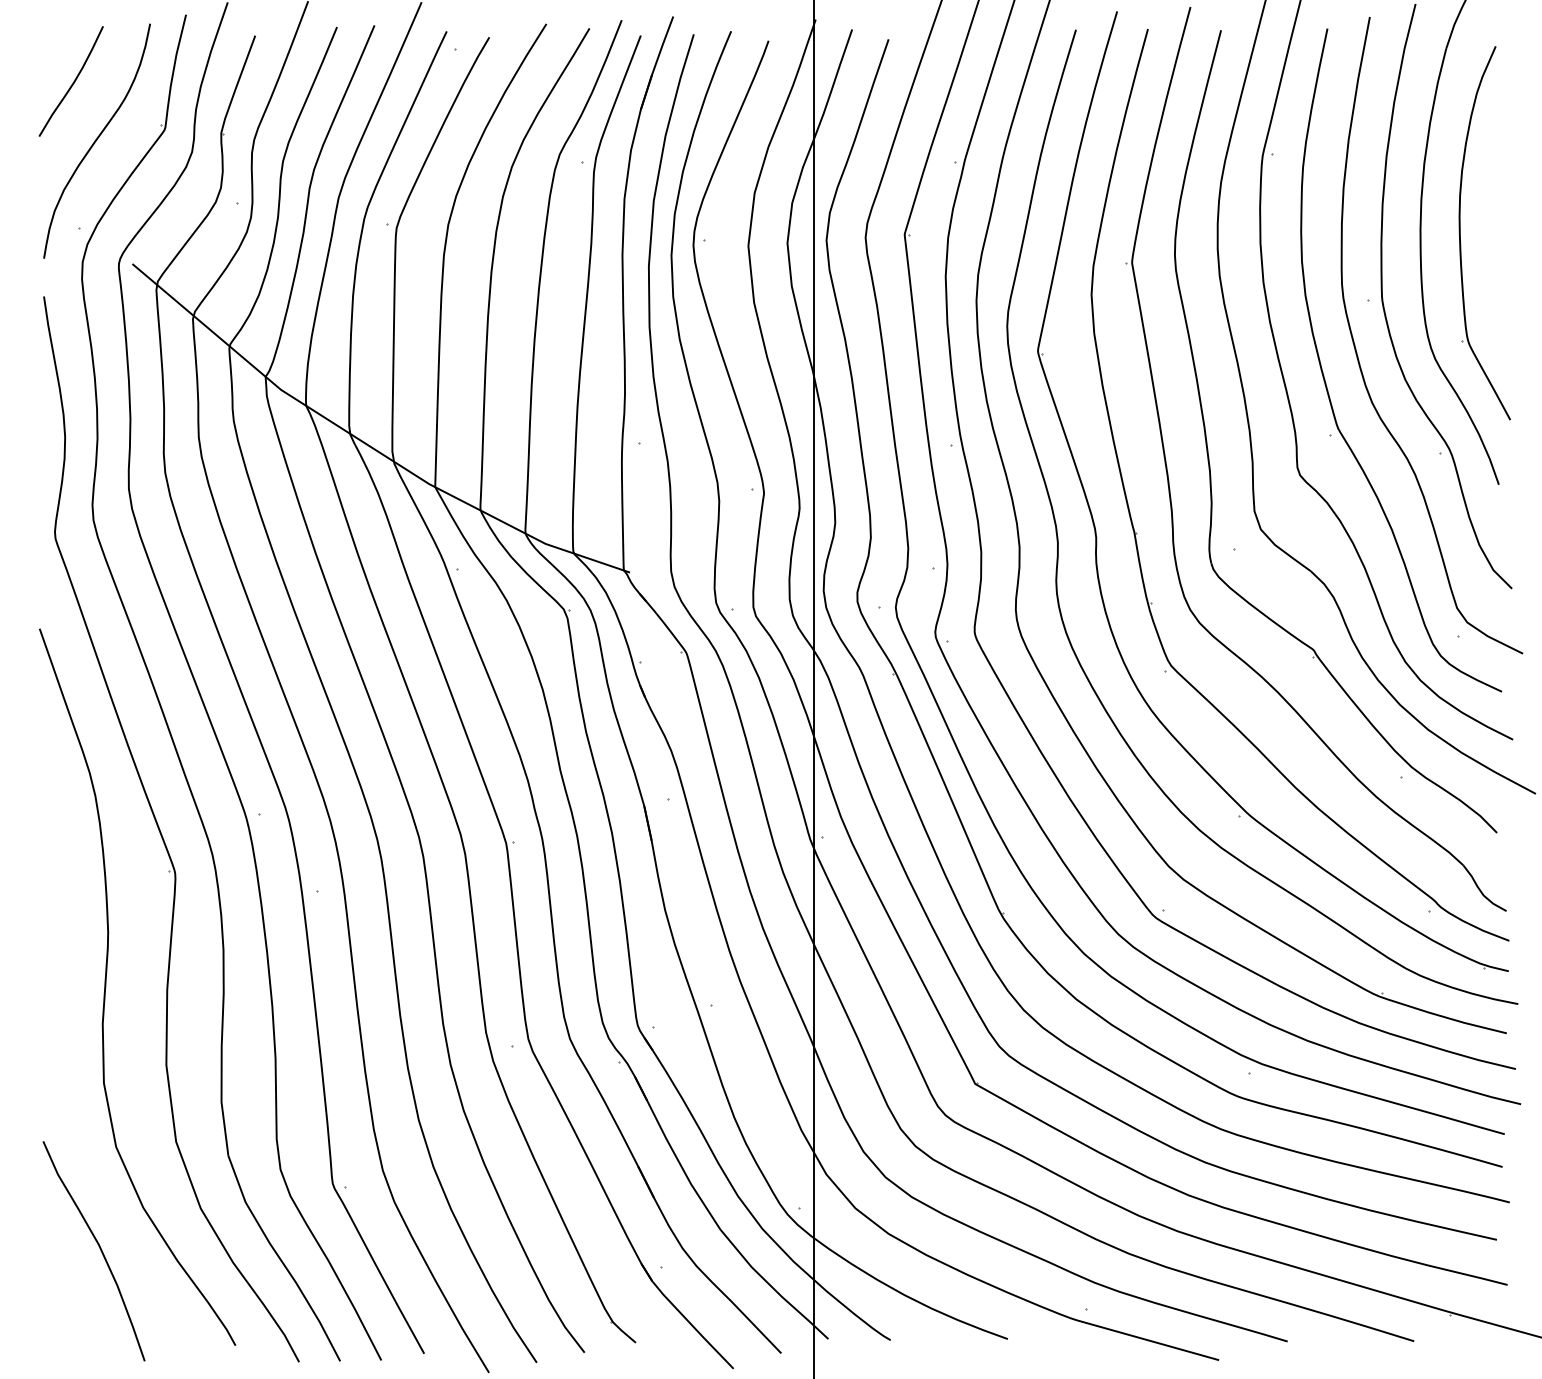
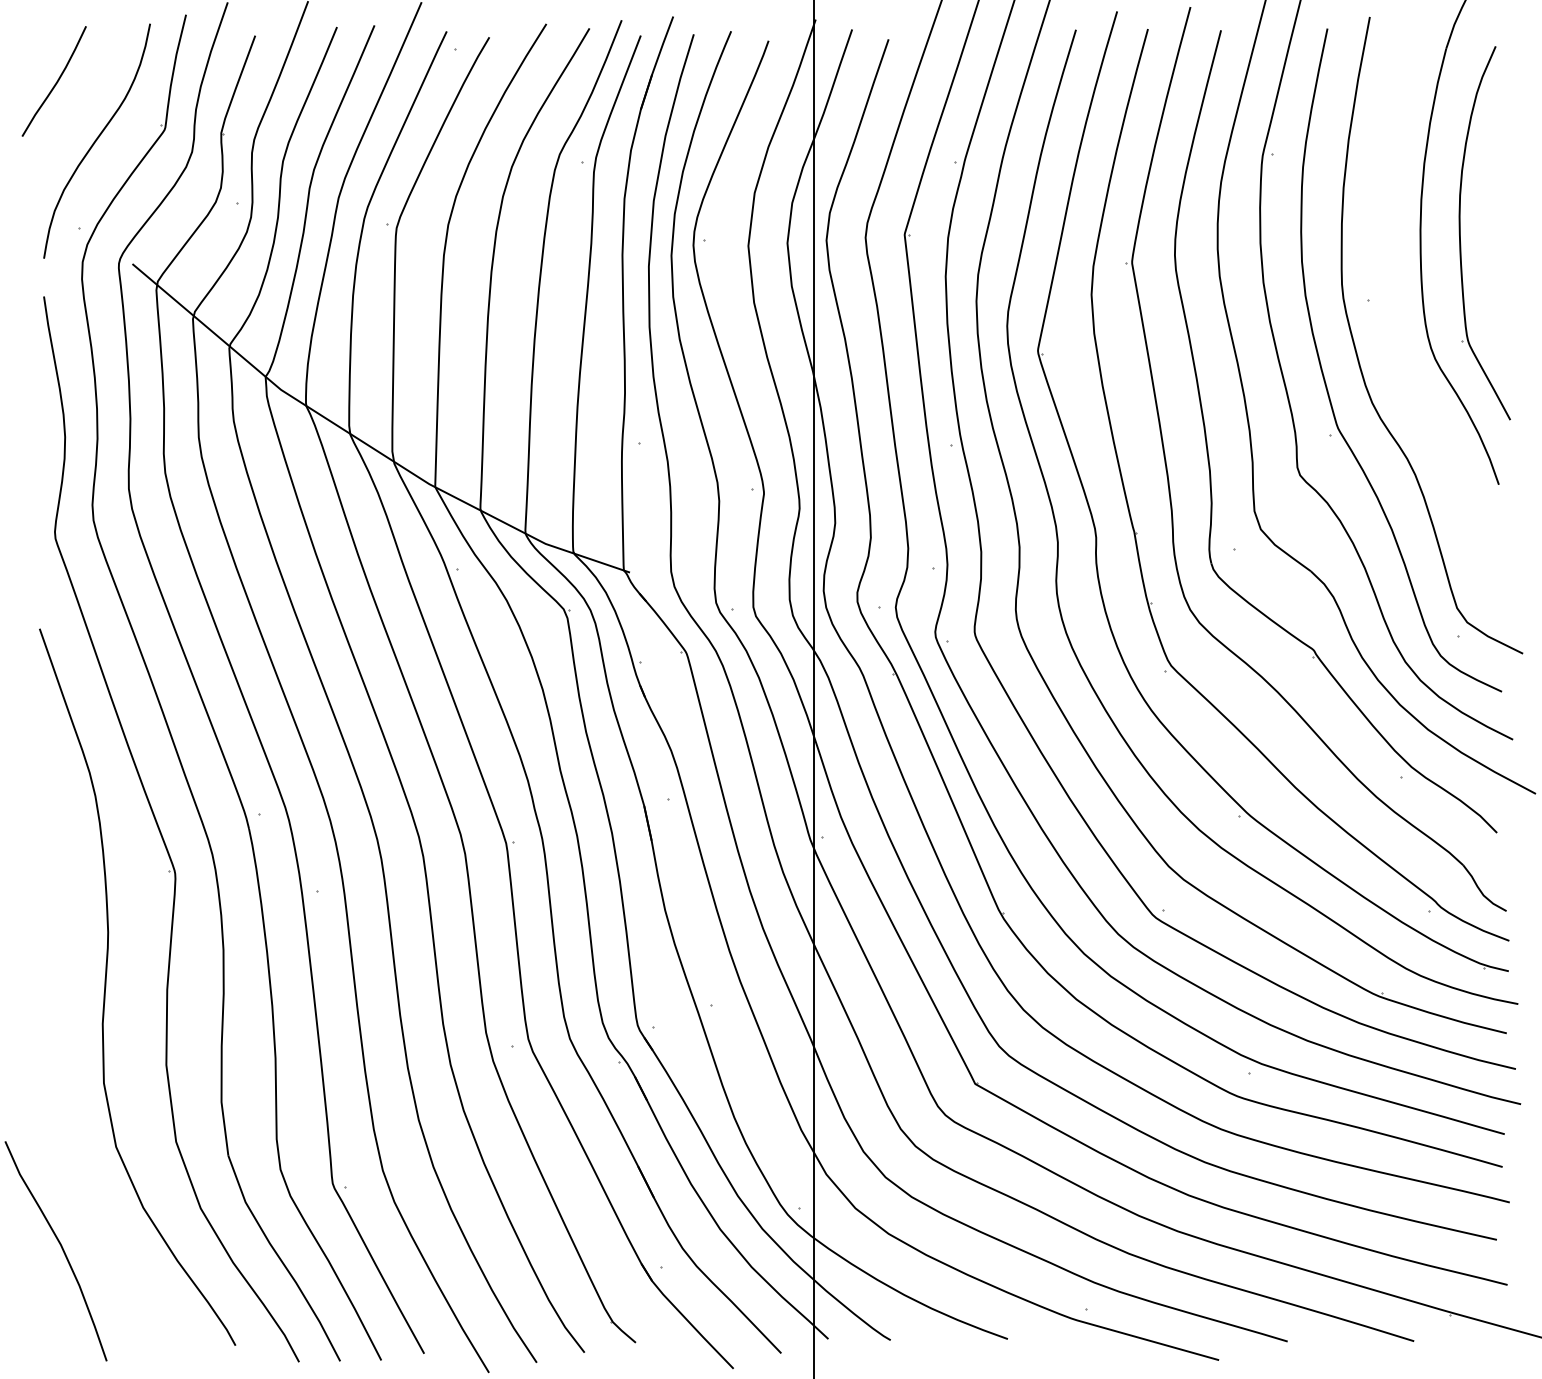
curve at (72, 82) position: (72, 82) -> (55, 82)
part at (1385, 310): present -> none
curve at (99, 1248) position: (99, 1248) -> (61, 1248)
